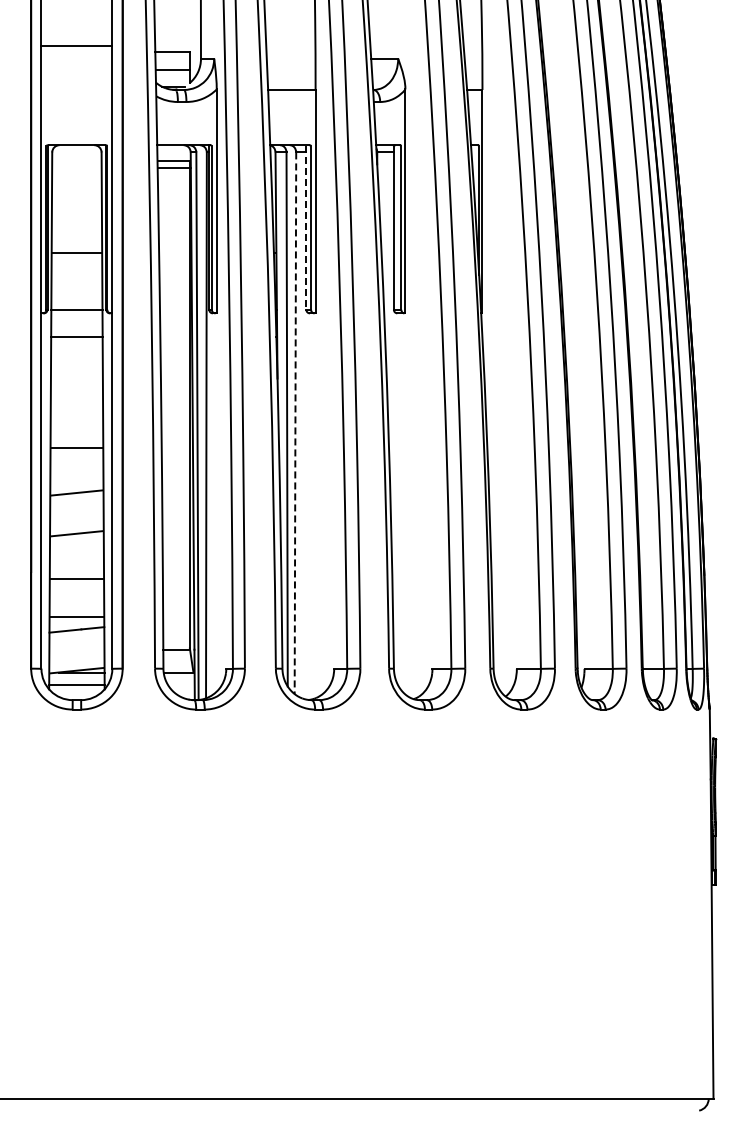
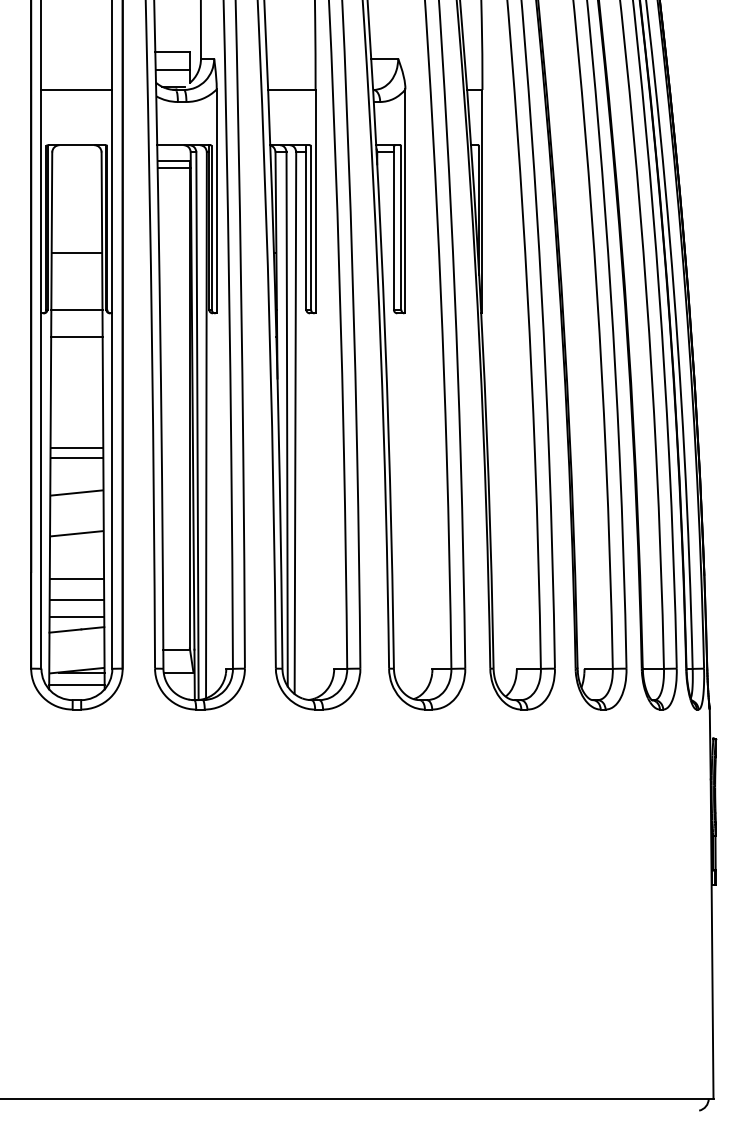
line at (76, 45) position: (76, 45) -> (76, 89)
line at (306, 228): dashed -> solid
line at (295, 423): dashed -> solid
line at (76, 457): none -> present
line at (76, 600): none -> present
